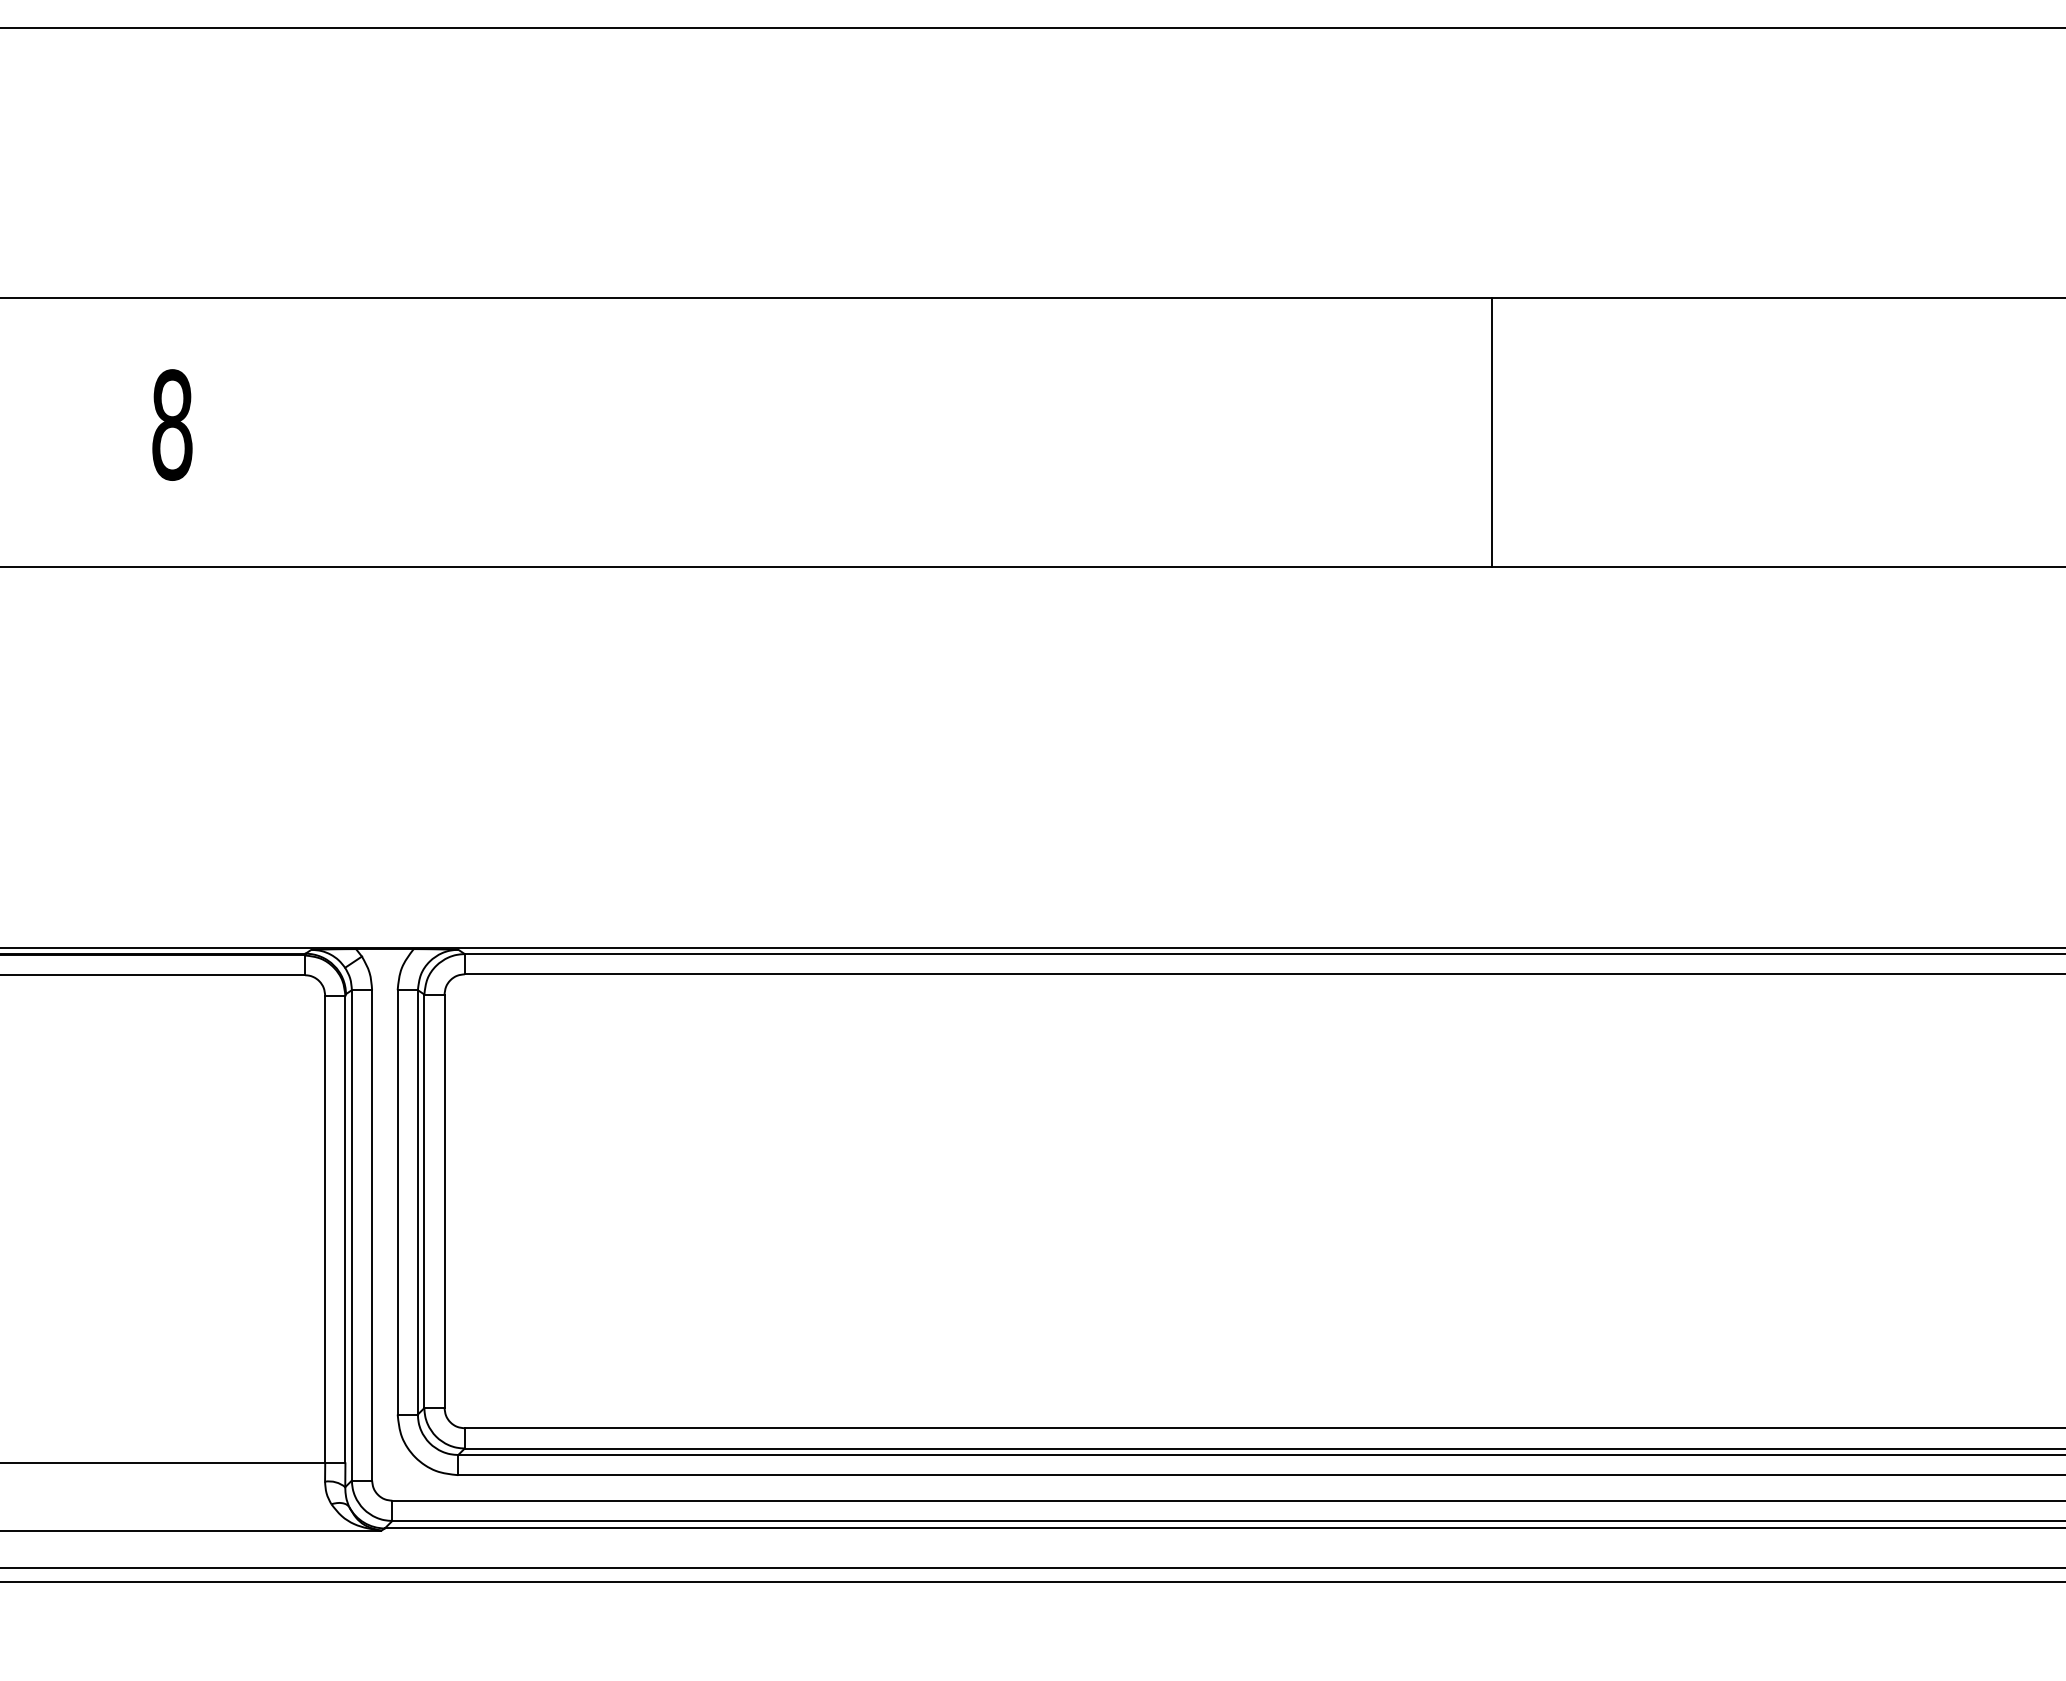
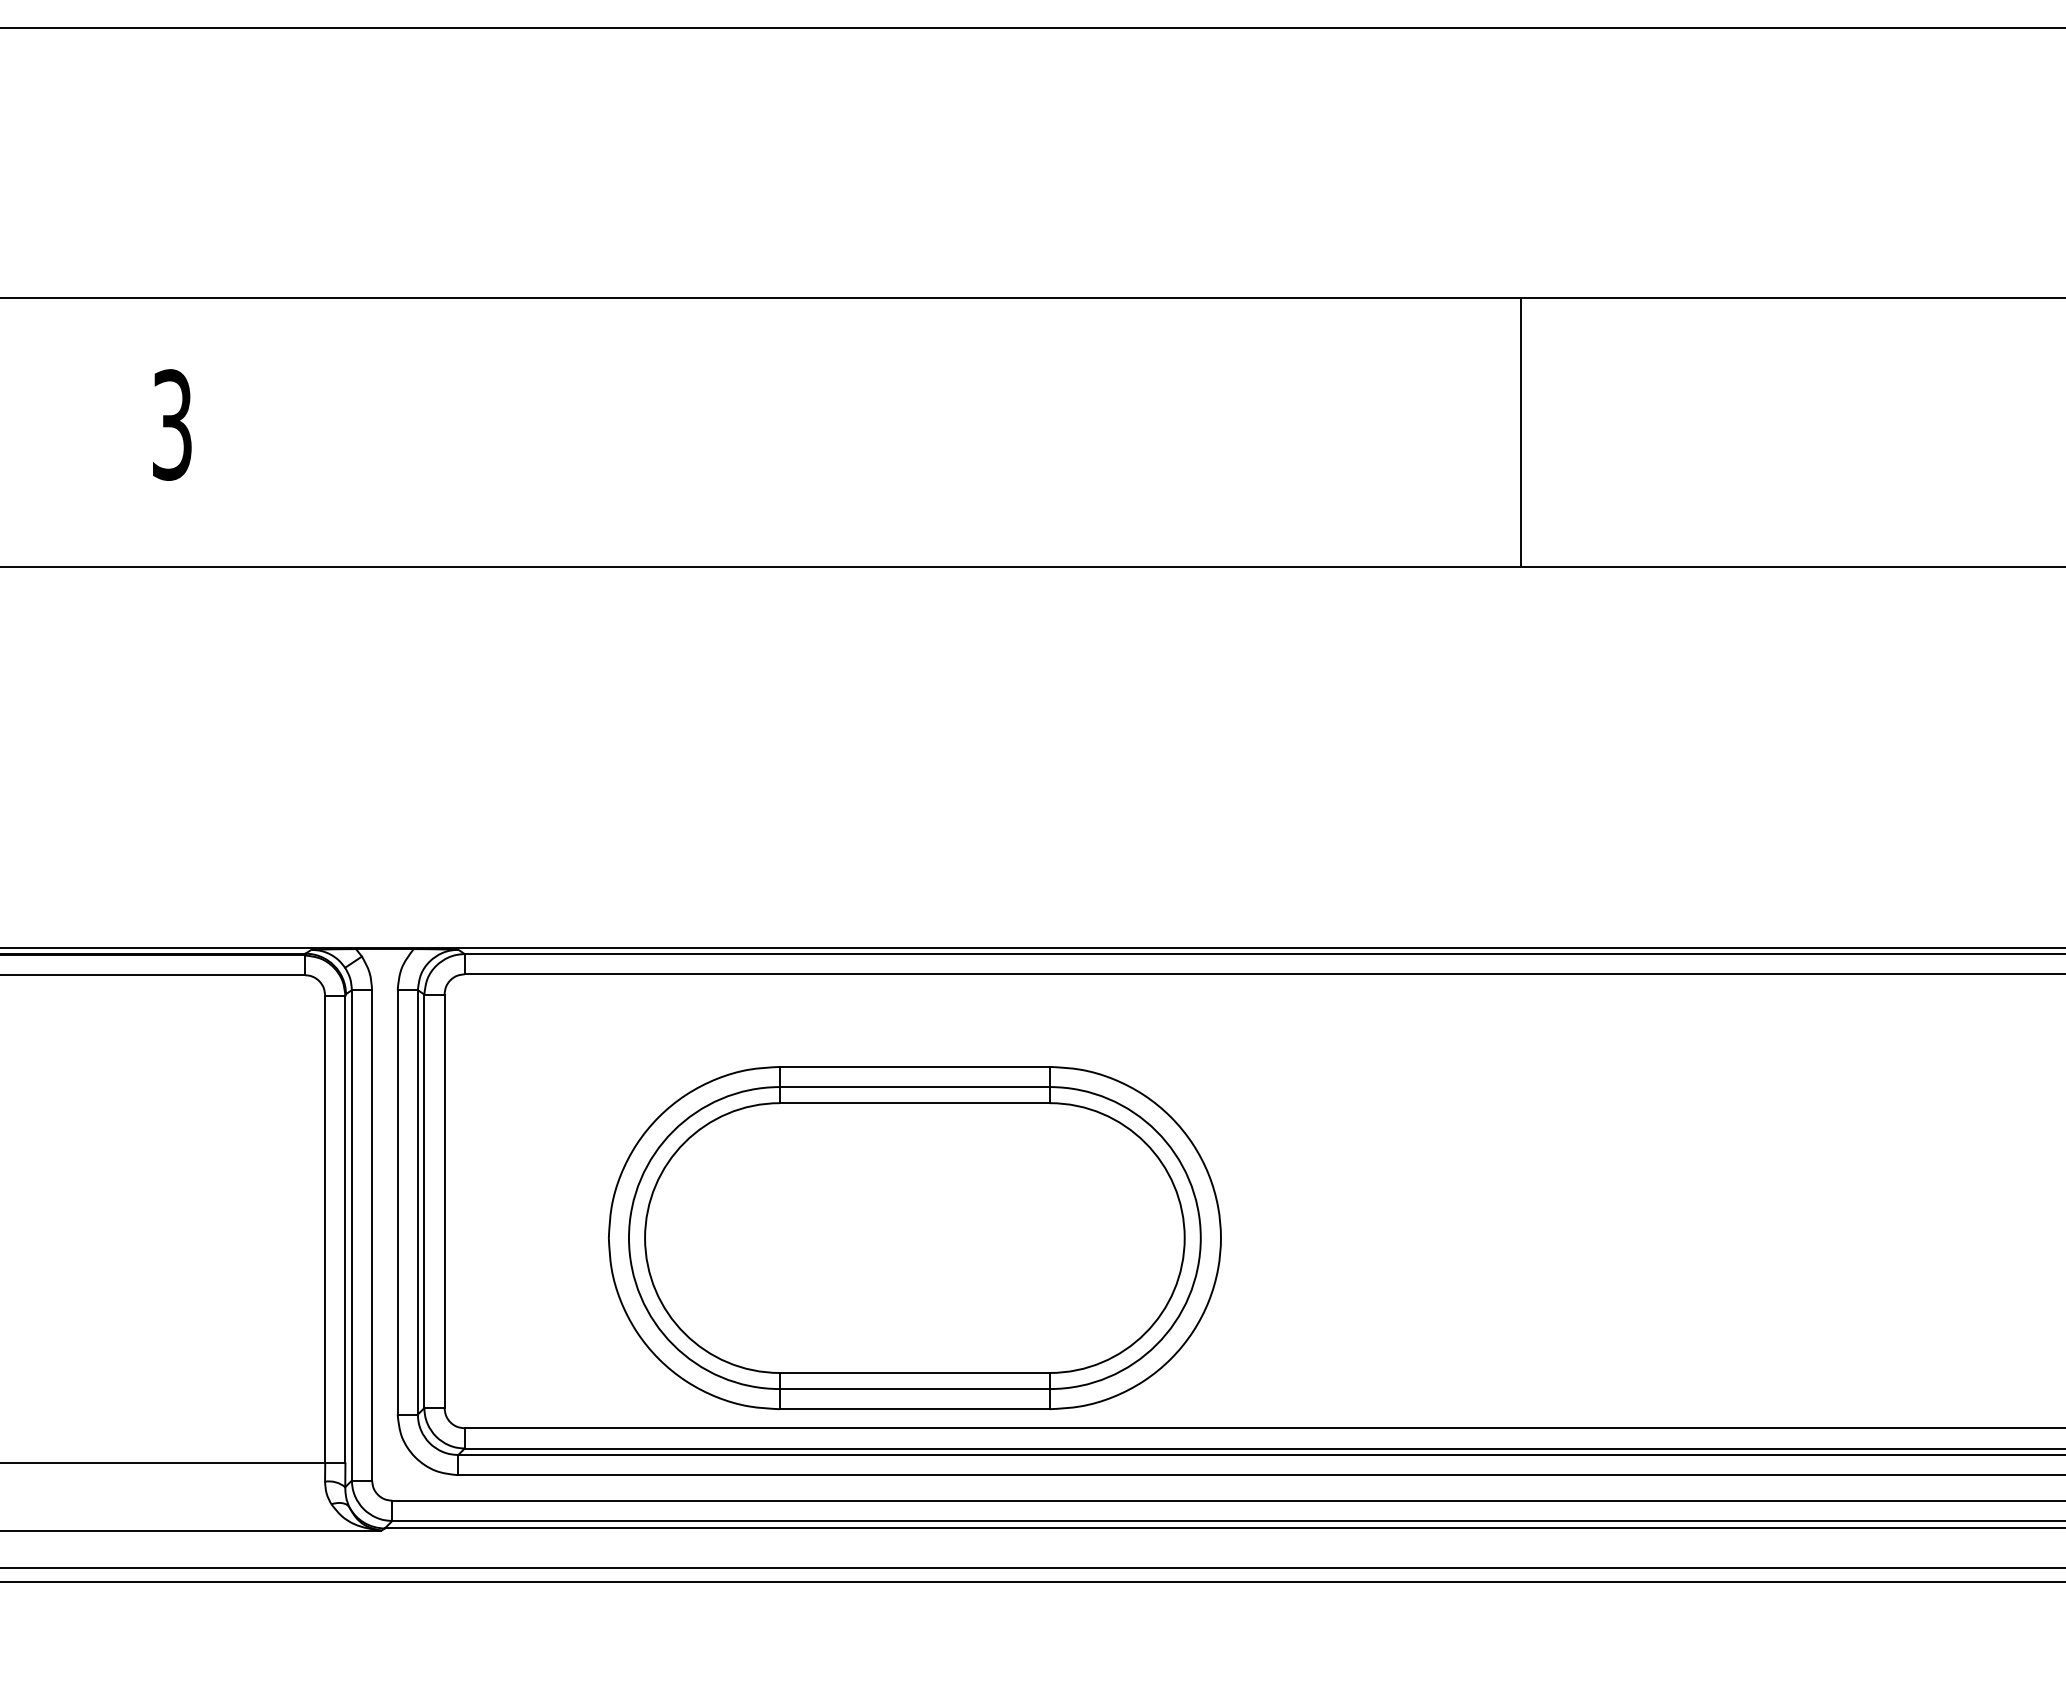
text at (172, 424): 8 -> 3
line at (1491, 432) position: (1491, 432) -> (1520, 432)
part at (914, 1238): none -> present
